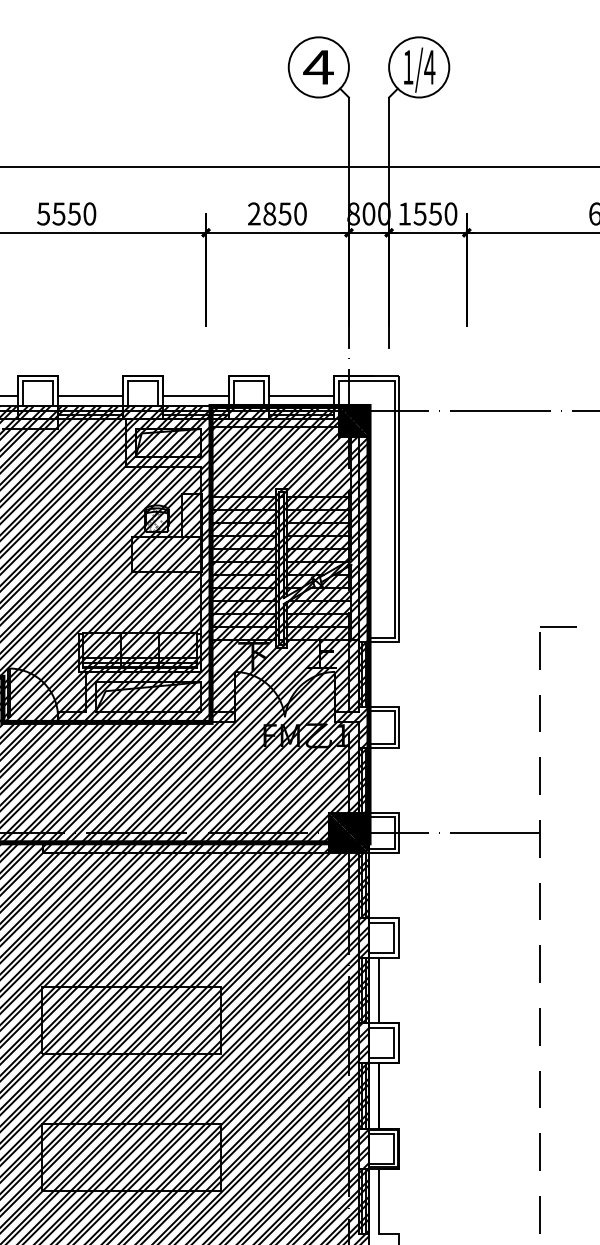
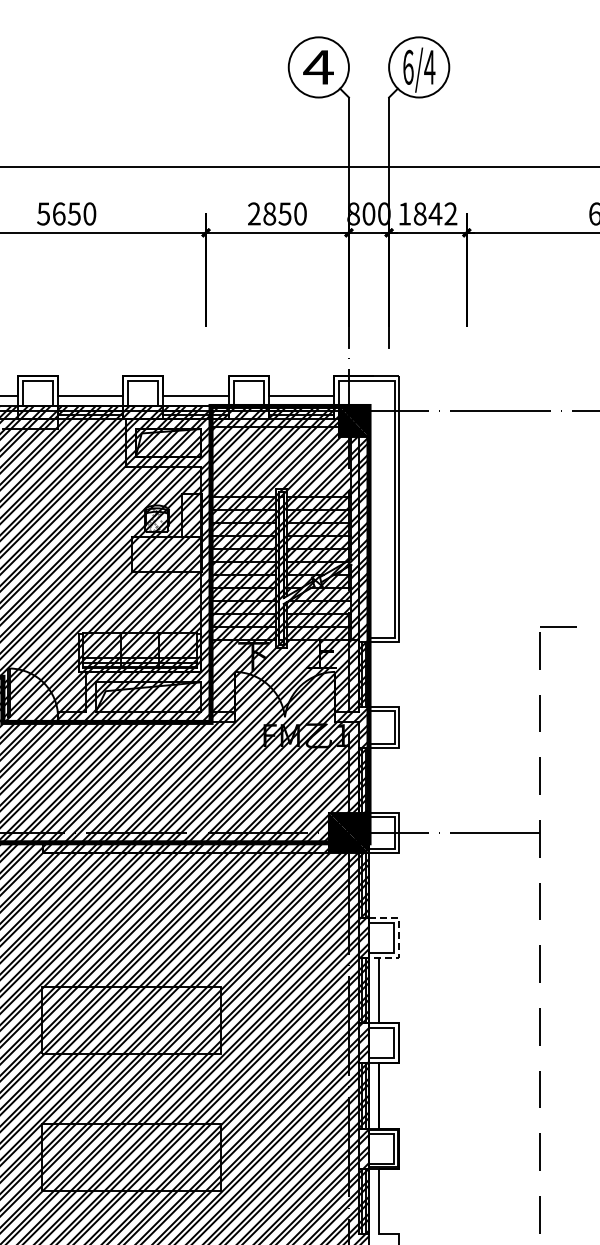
text at (408, 66): 1/4 -> 6/4
text at (58, 213): 5550 -> 5650
text at (435, 213): 1550 -> 1842
line at (399, 938): solid -> dashed
